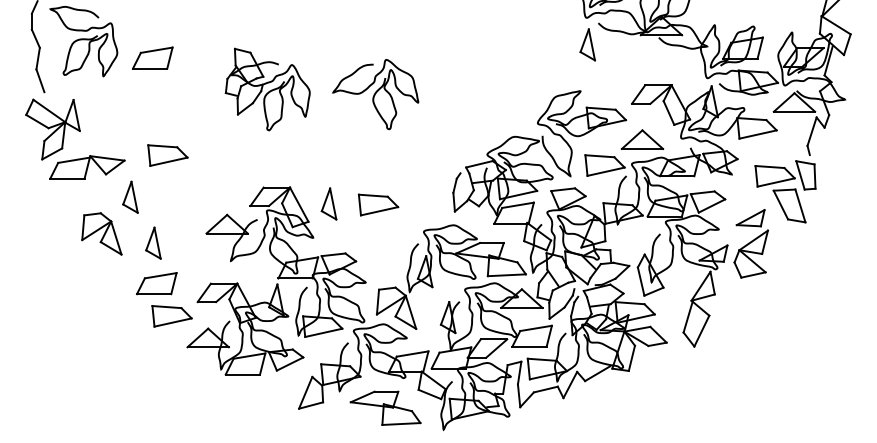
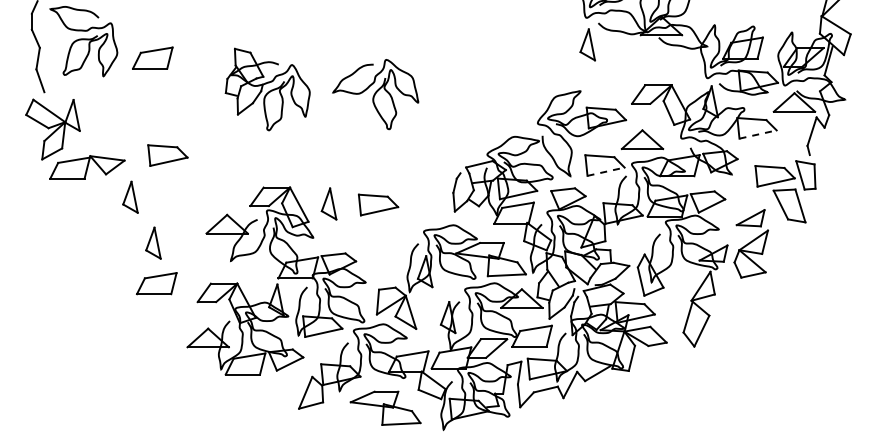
line at (758, 134): solid -> dashed
line at (606, 171): solid -> dashed
part at (101, 233): present -> none
part at (171, 316): present -> none
